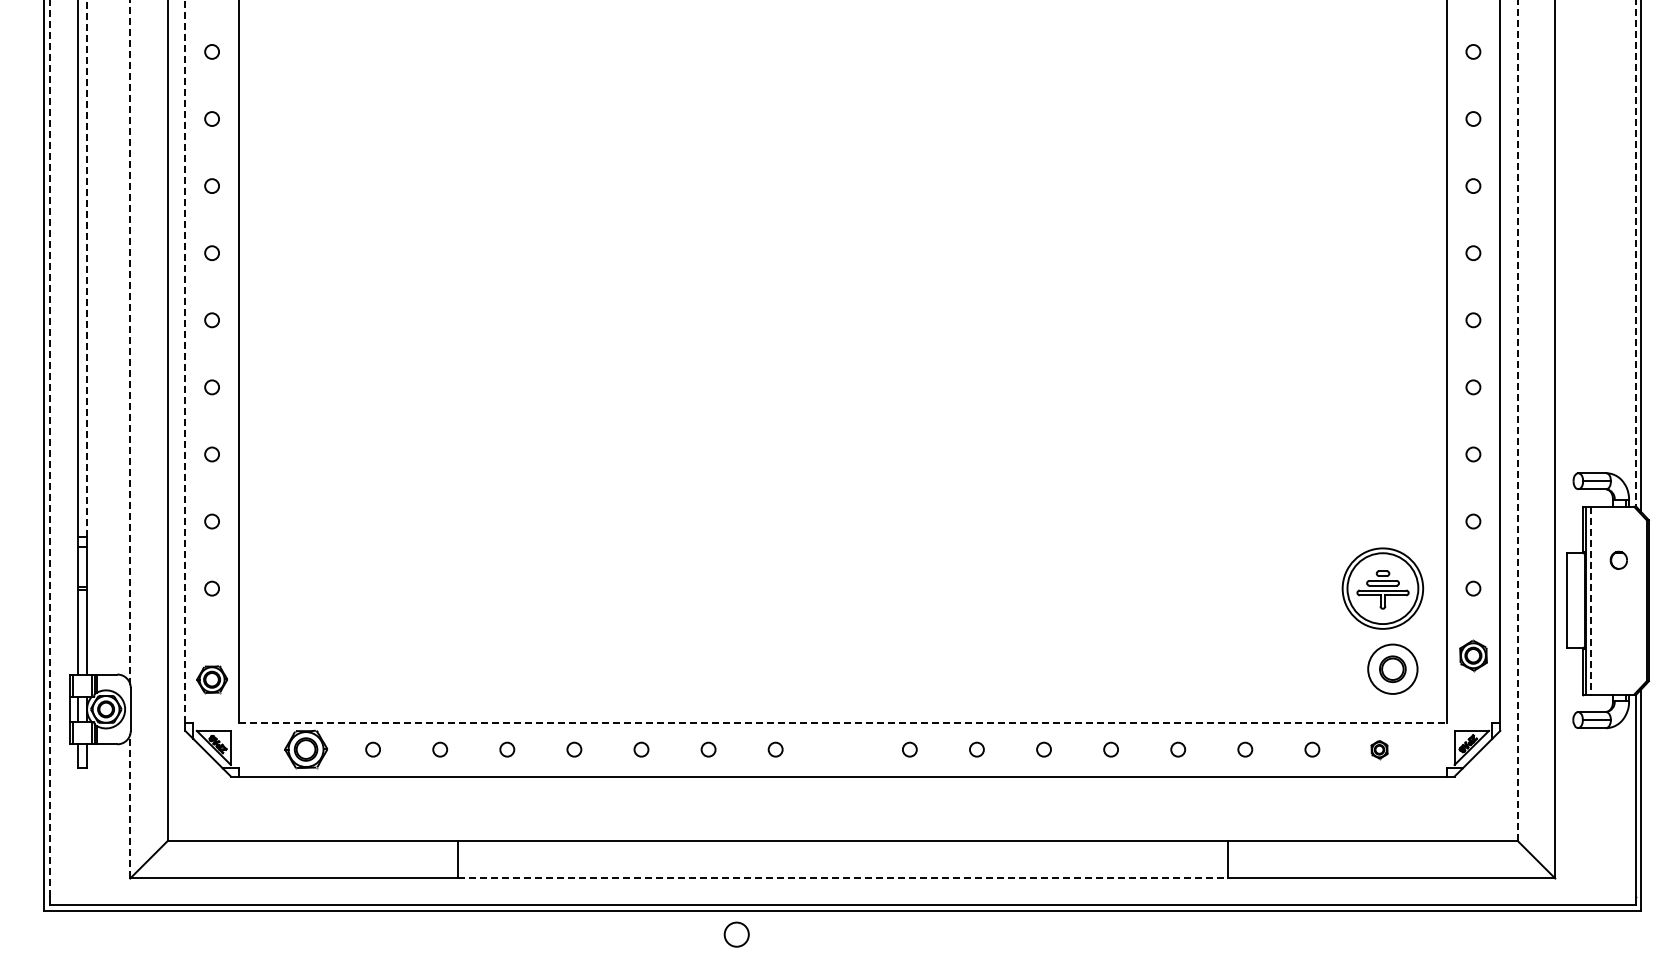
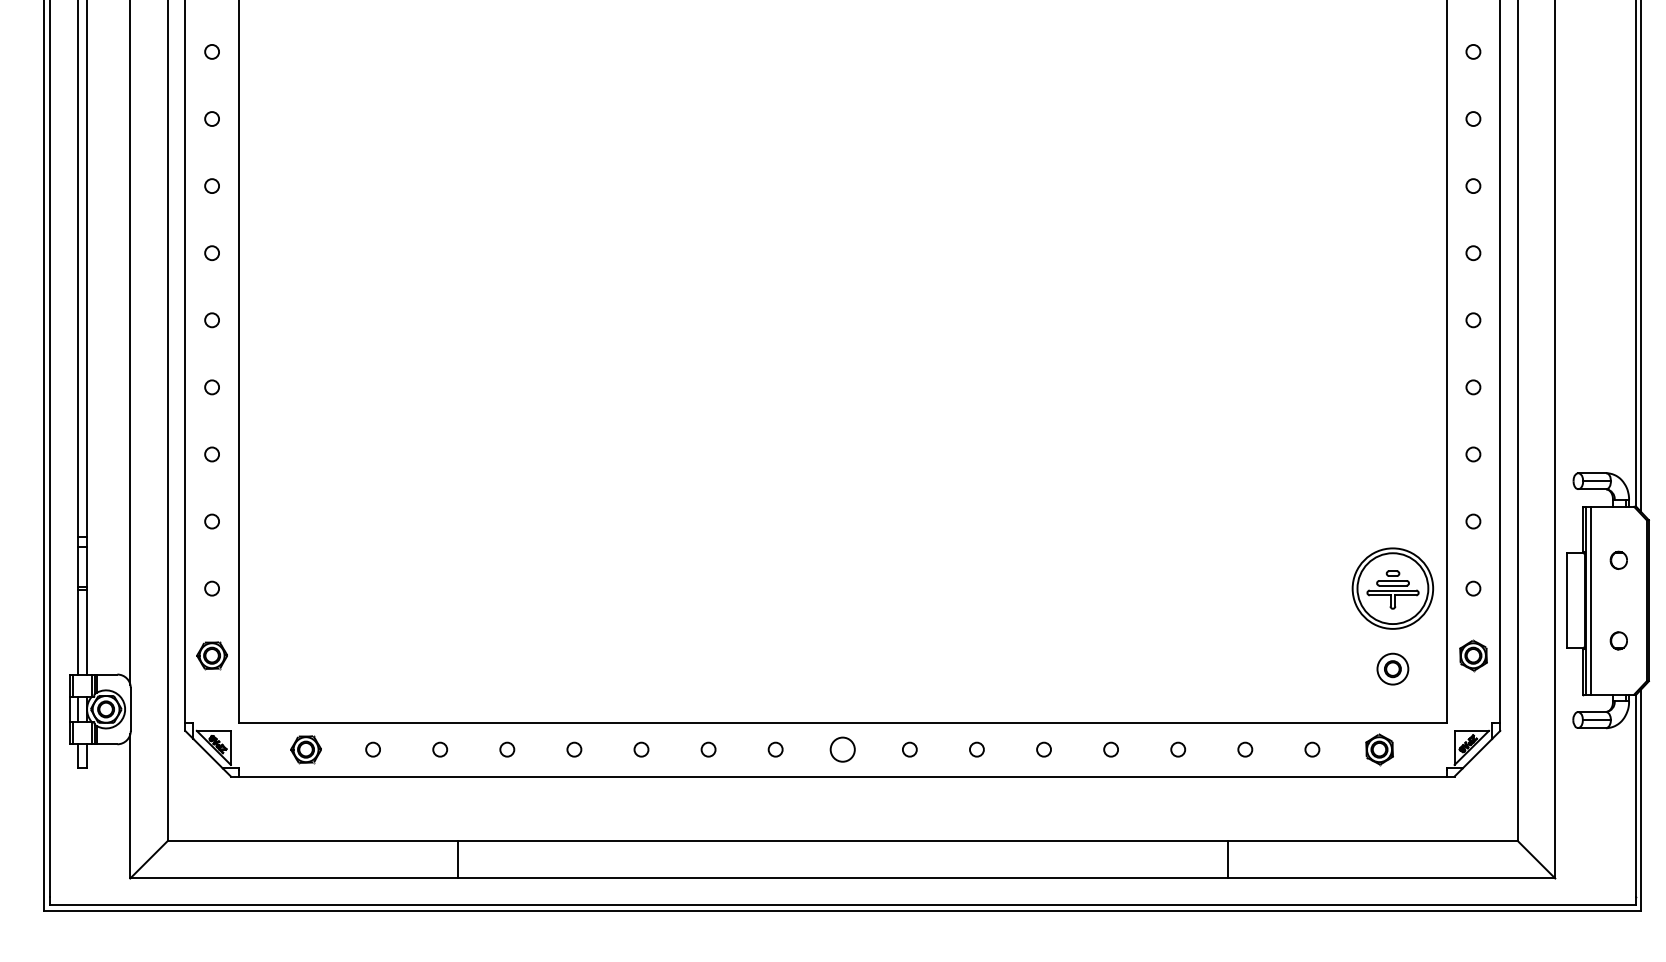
line at (1635, 253): dashed -> solid
line at (86, 268): dashed -> solid
line at (130, 342): dashed -> solid
line at (185, 361): dashed -> solid
line at (1517, 420): dashed -> solid
line at (49, 448): dashed -> solid
part at (1382, 588) position: (1382, 588) -> (1392, 588)
line at (1590, 600): dashed -> solid
part at (1618, 640): none -> present
part at (1392, 668) size: 52x52 px -> 34x34 px
part at (211, 679) position: (211, 679) -> (211, 655)
line at (842, 722): dashed -> solid
part at (306, 749) size: 45x41 px -> 32x30 px
part at (1379, 750) size: 19x21 px -> 29x34 px
line at (130, 805): dashed -> solid
line at (843, 878): dashed -> solid
circle at (736, 934) position: (736, 934) -> (842, 749)
